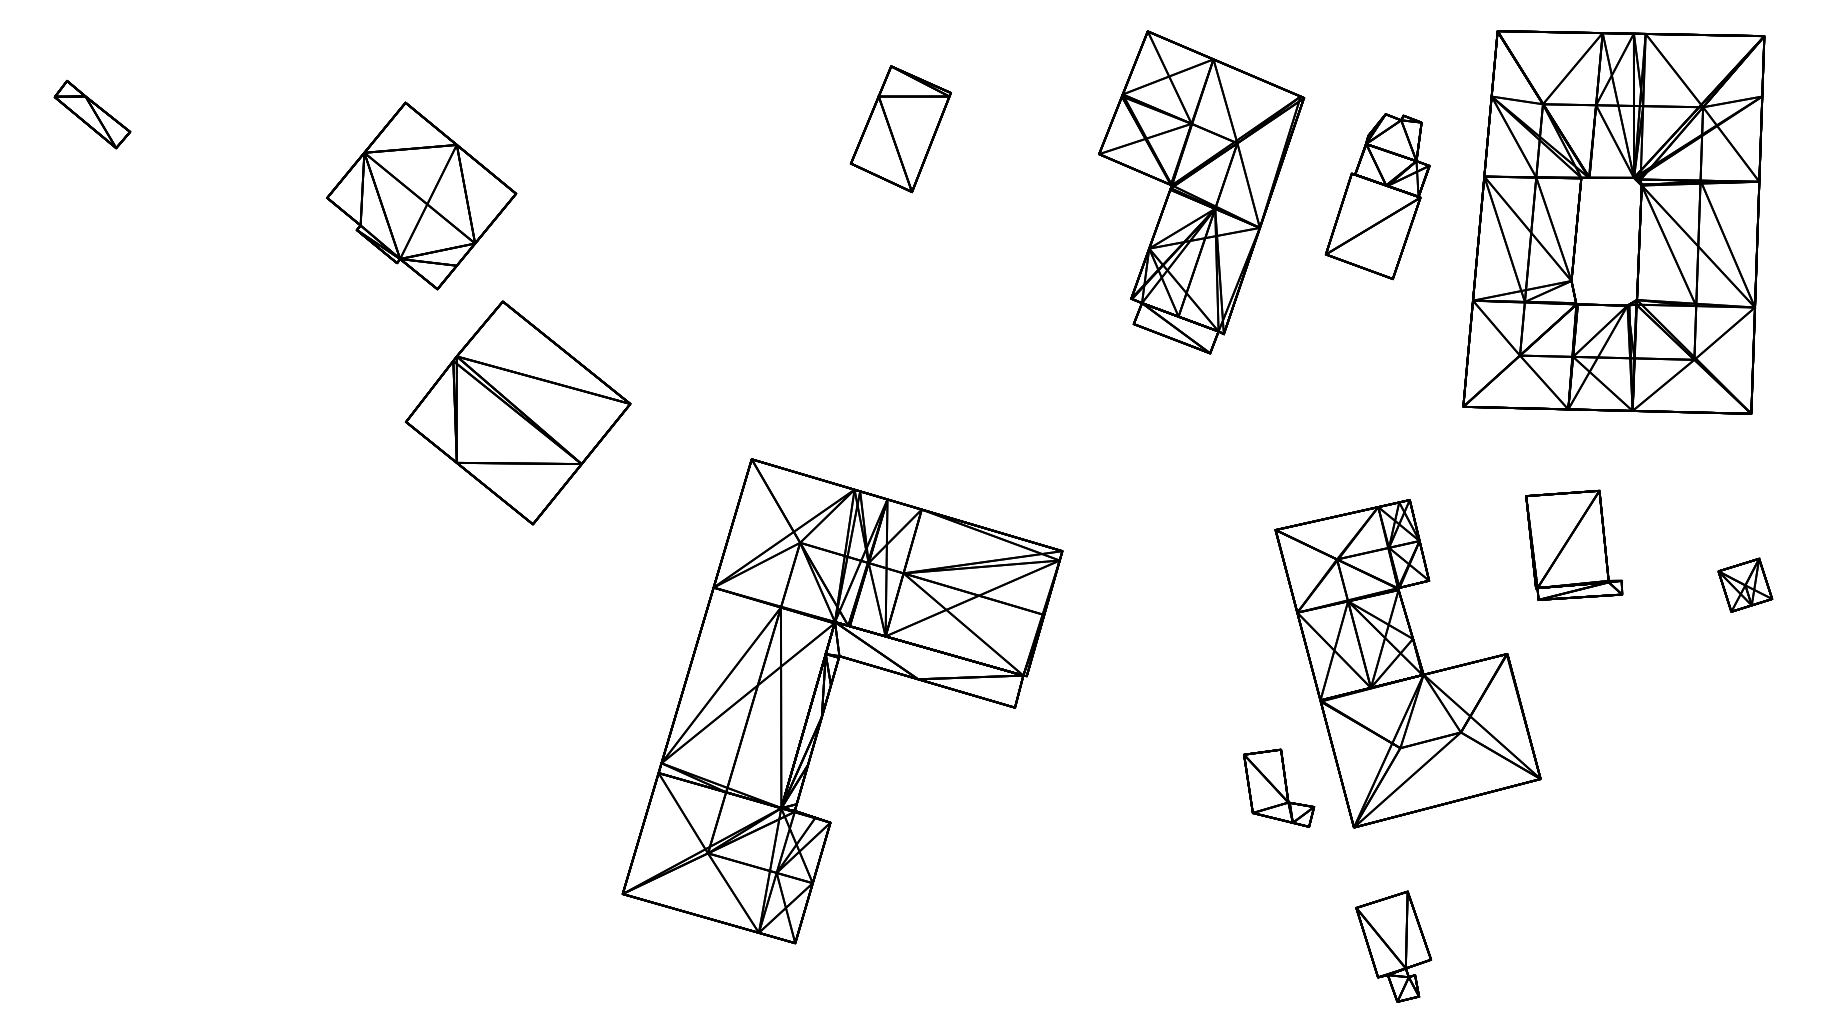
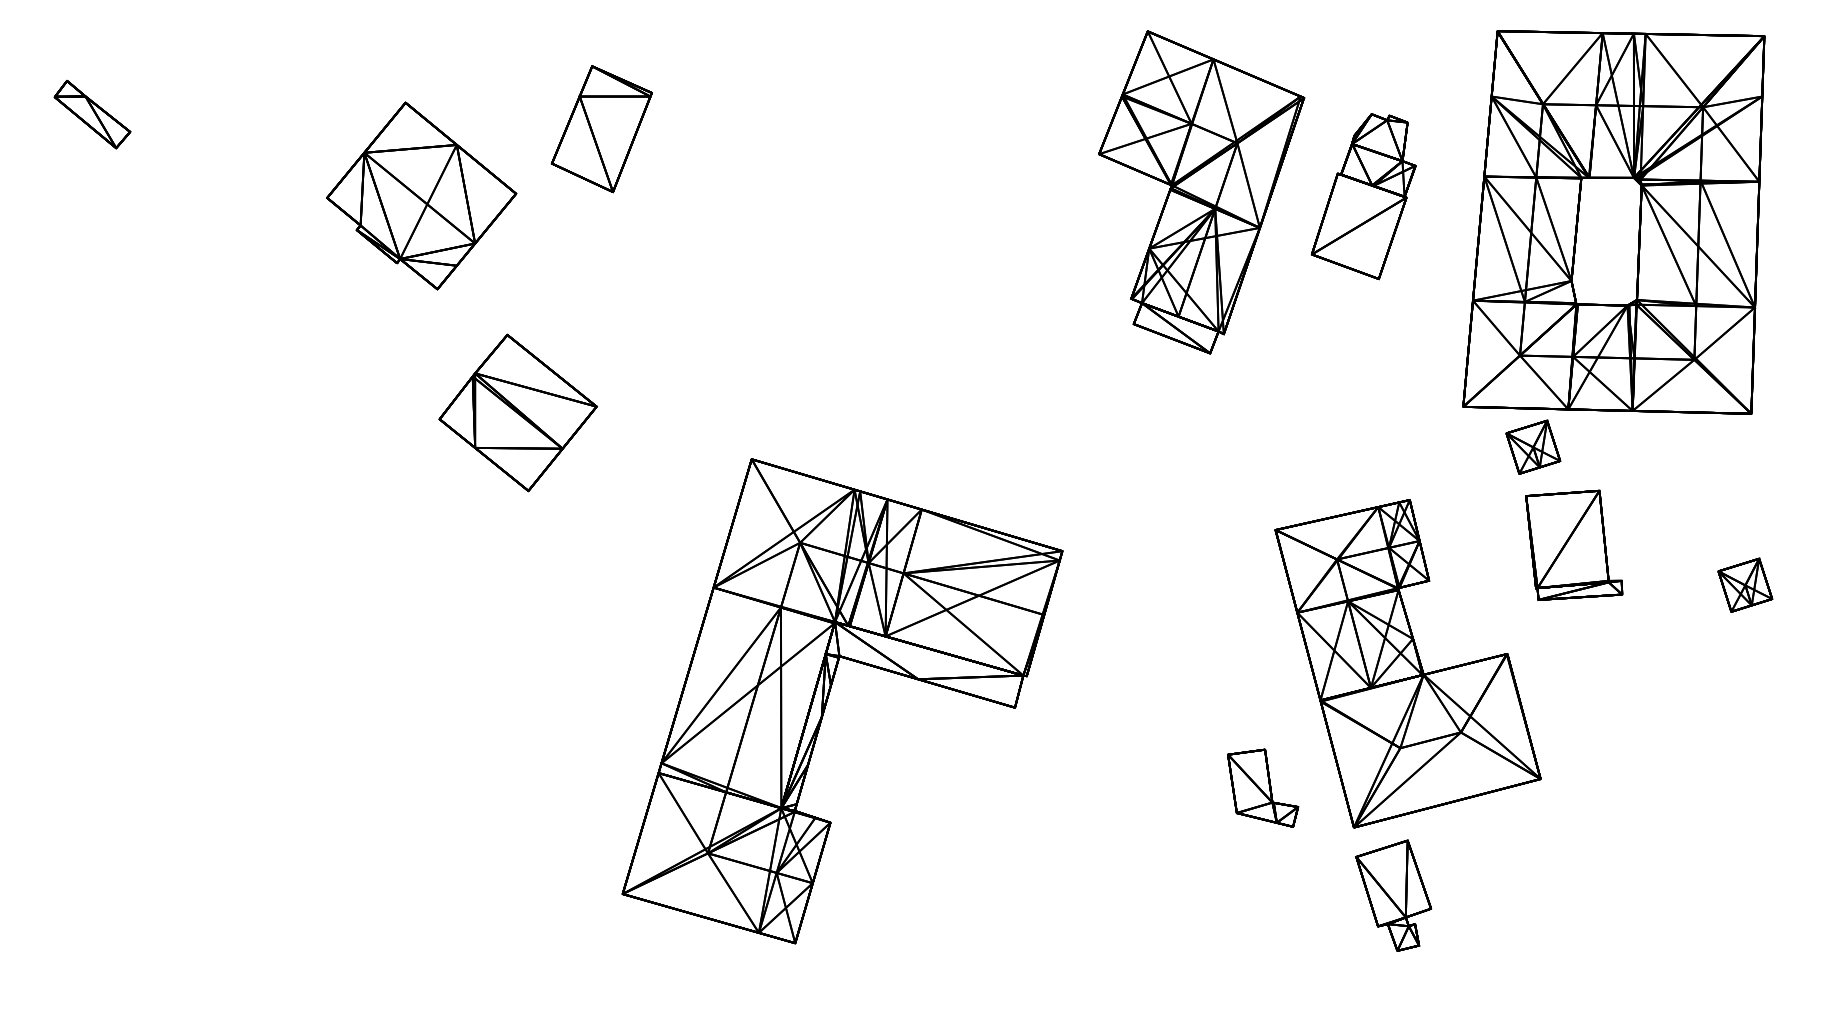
part at (900, 129) position: (900, 129) -> (601, 129)
part at (1377, 196) position: (1377, 196) -> (1363, 196)
part at (517, 412) size: 228x226 px -> 160x160 px
part at (1533, 446): none -> present
part at (1279, 787) position: (1279, 787) -> (1263, 787)
part at (1393, 946) position: (1393, 946) -> (1393, 895)
